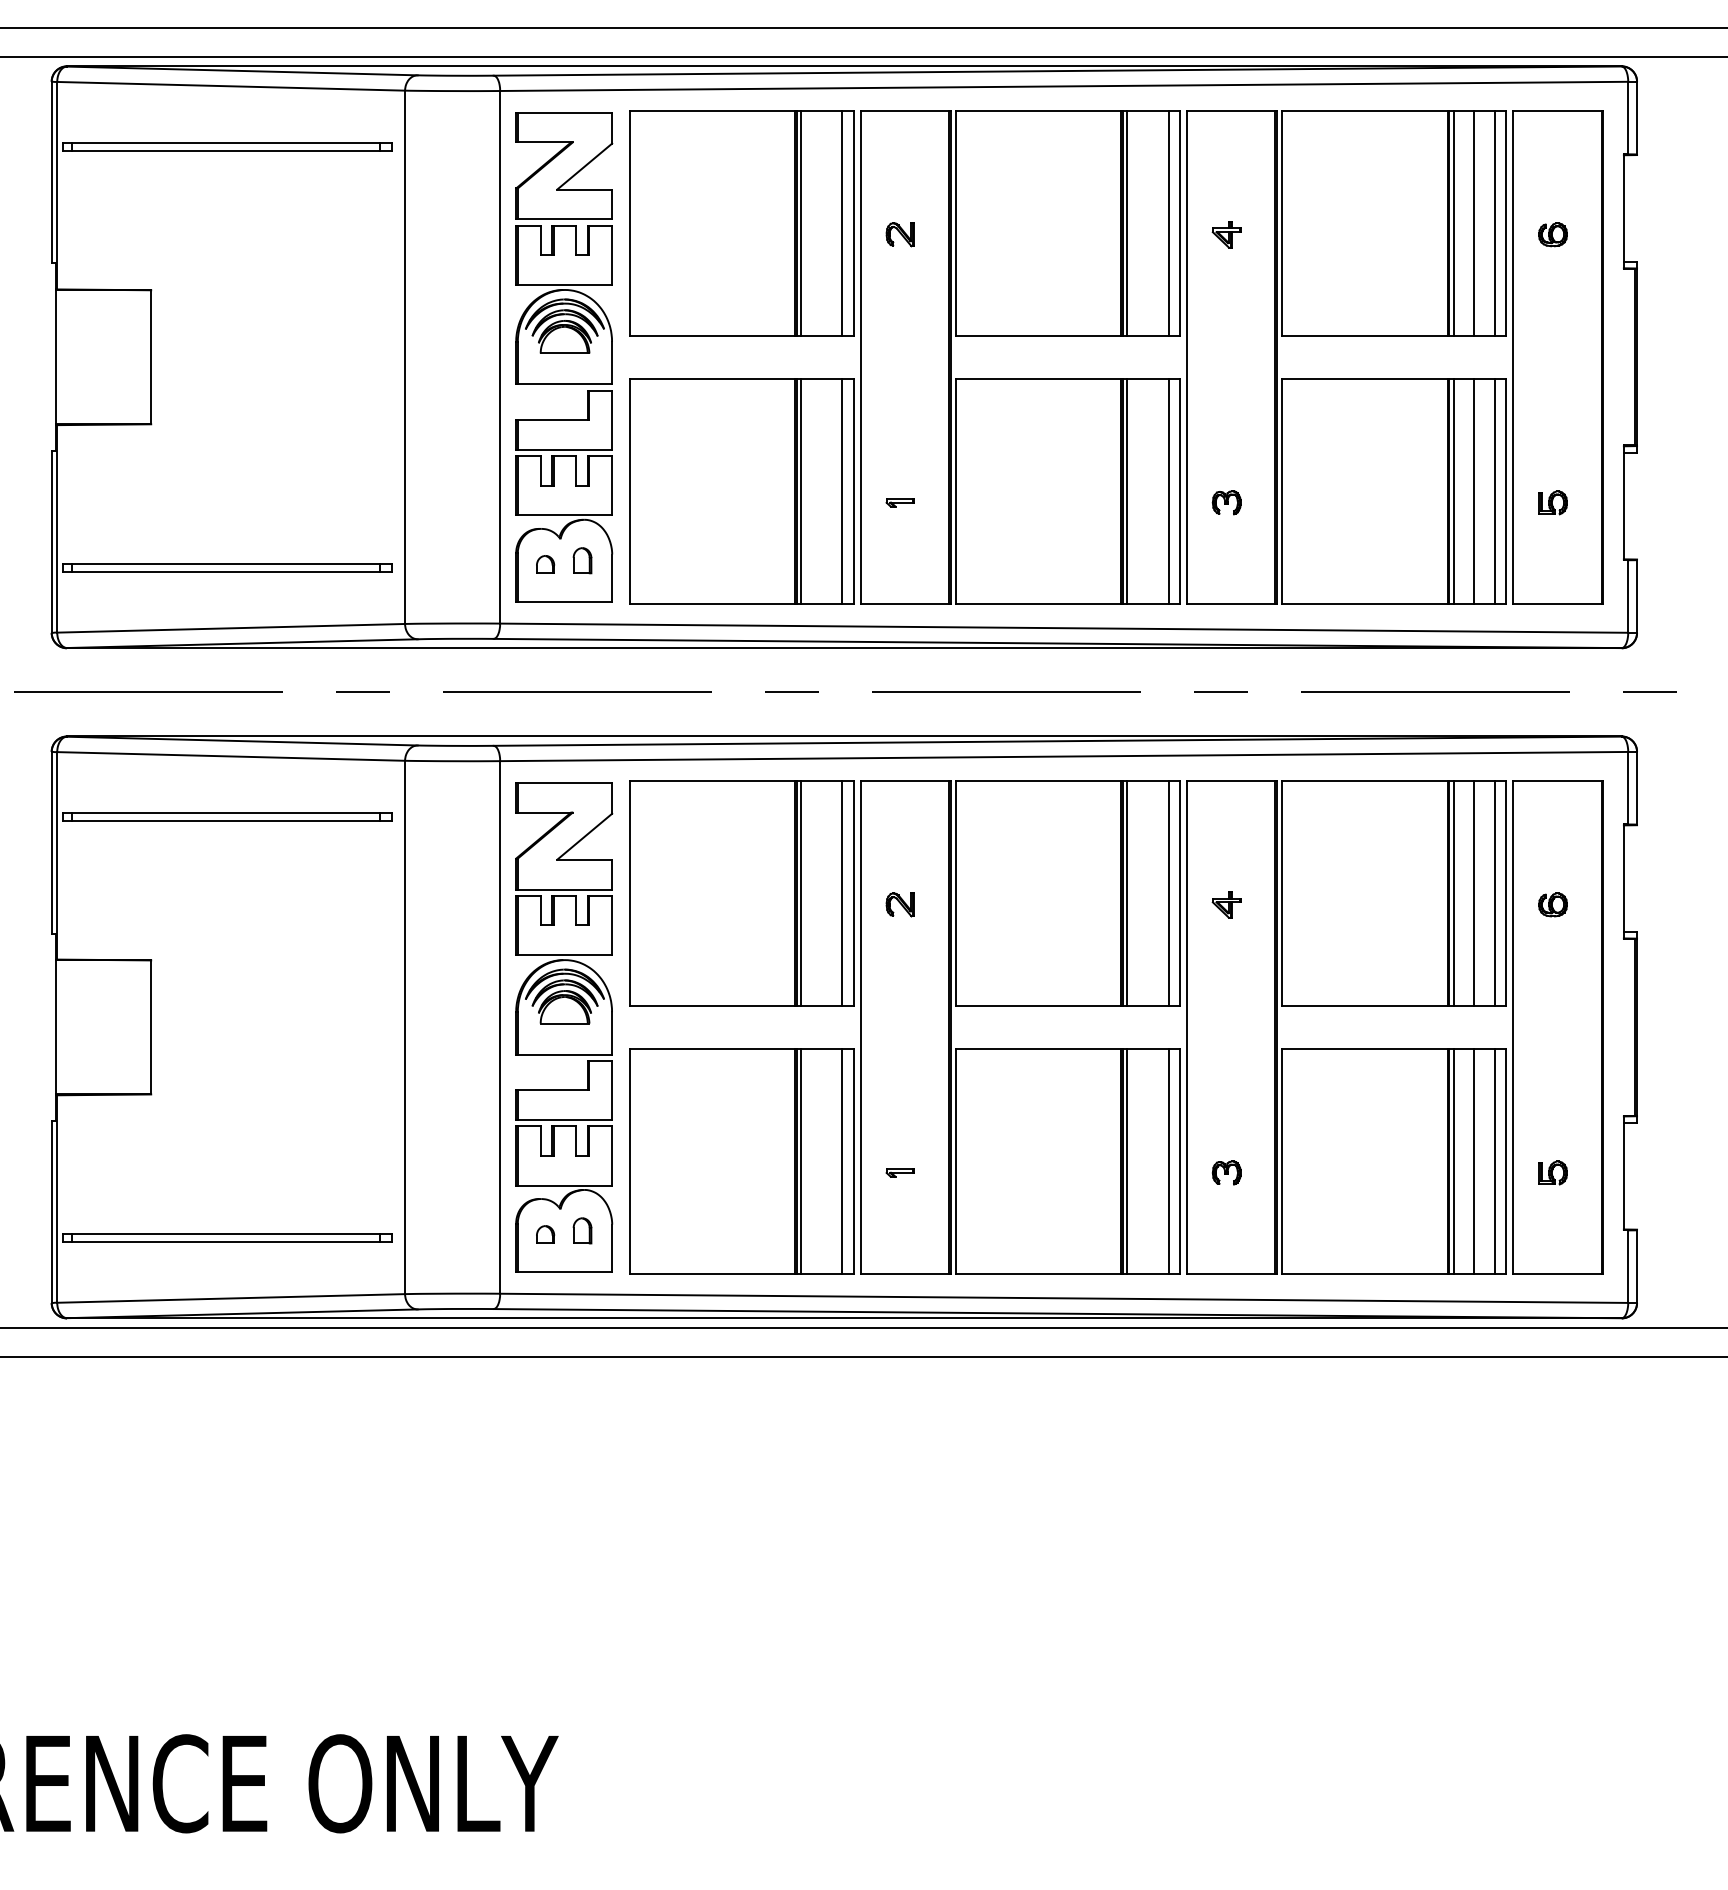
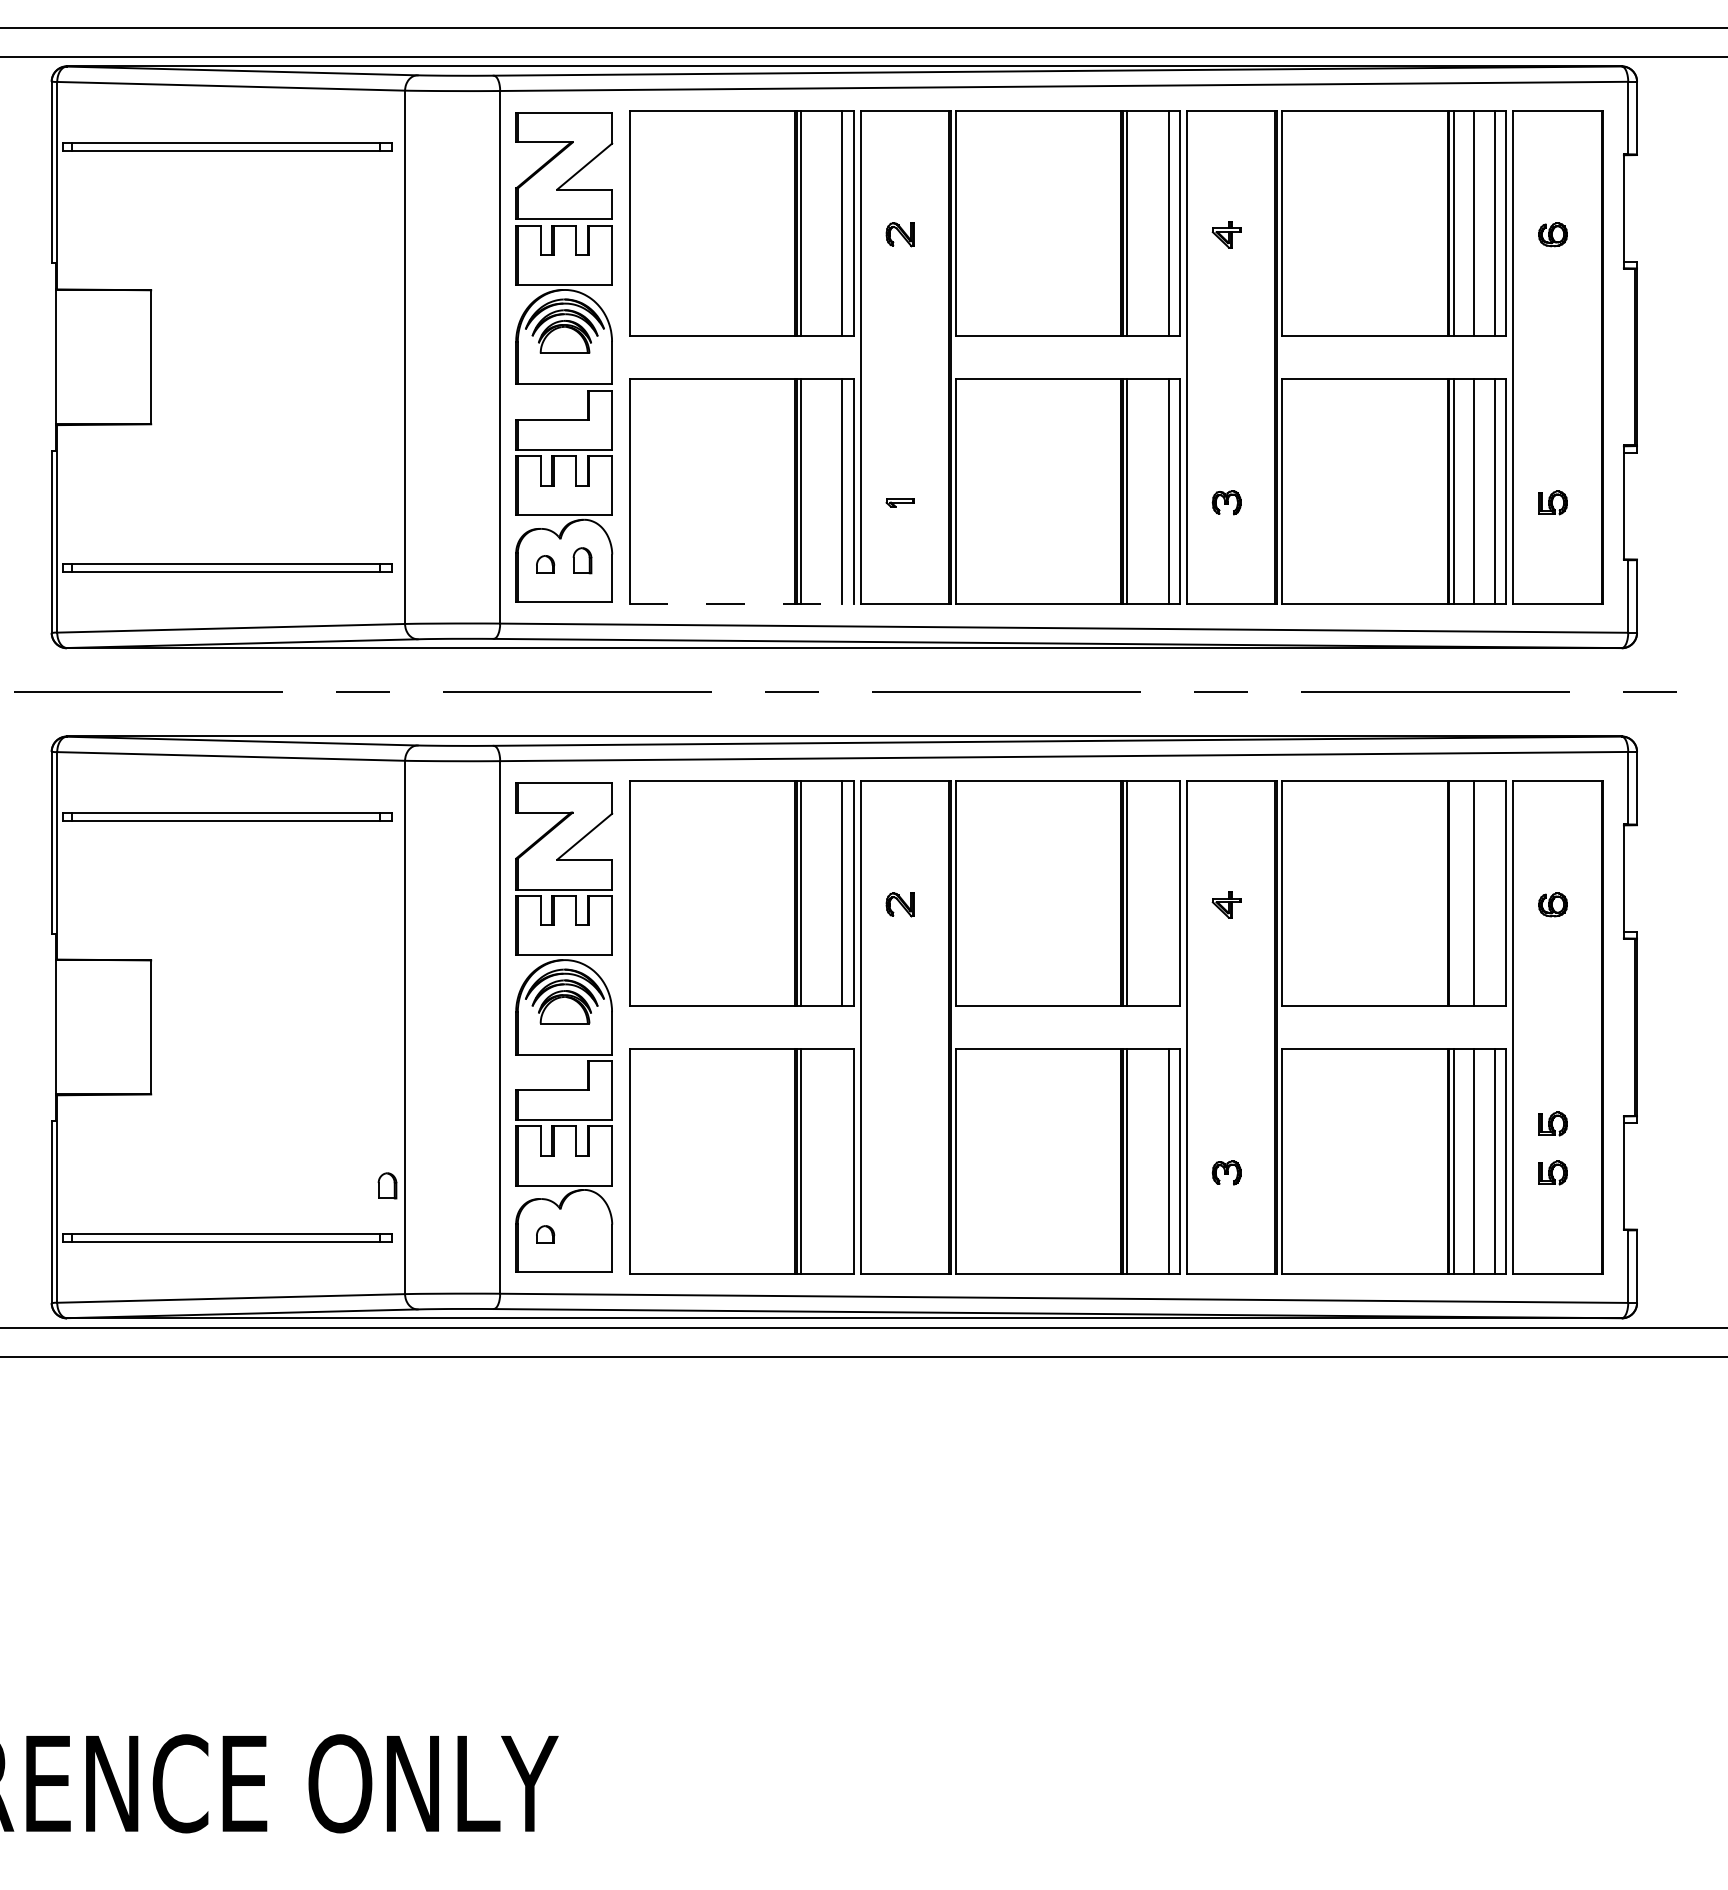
line at (741, 603): solid -> dashed
line at (1168, 893): present -> none
line at (1453, 893): present -> none
line at (1494, 893): present -> none
part at (1552, 1123): none -> present
line at (842, 1161): present -> none
part at (899, 1172): present -> none
part at (582, 1230) position: (582, 1230) -> (387, 1185)
